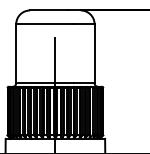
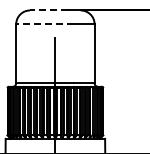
line at (48, 10): solid -> dashed
line at (45, 24): solid -> dashed
